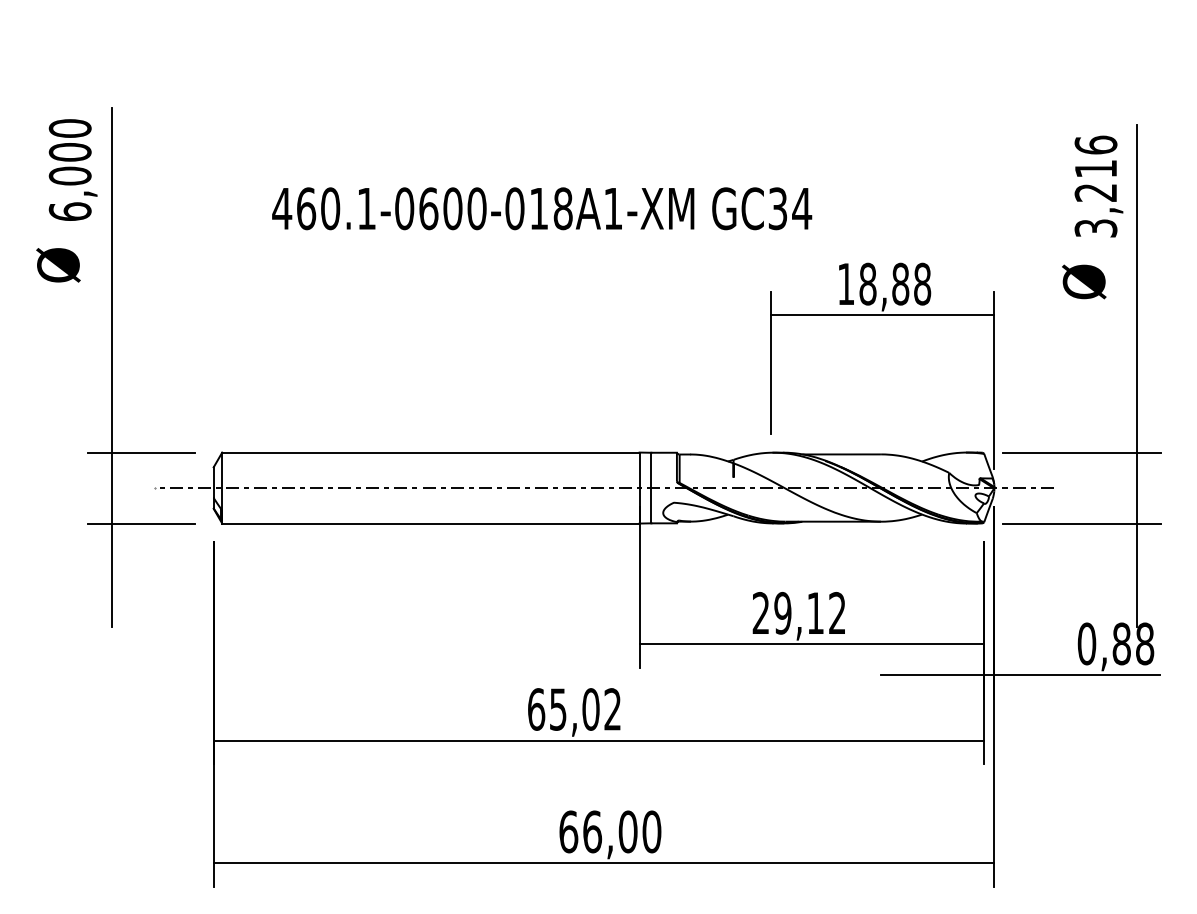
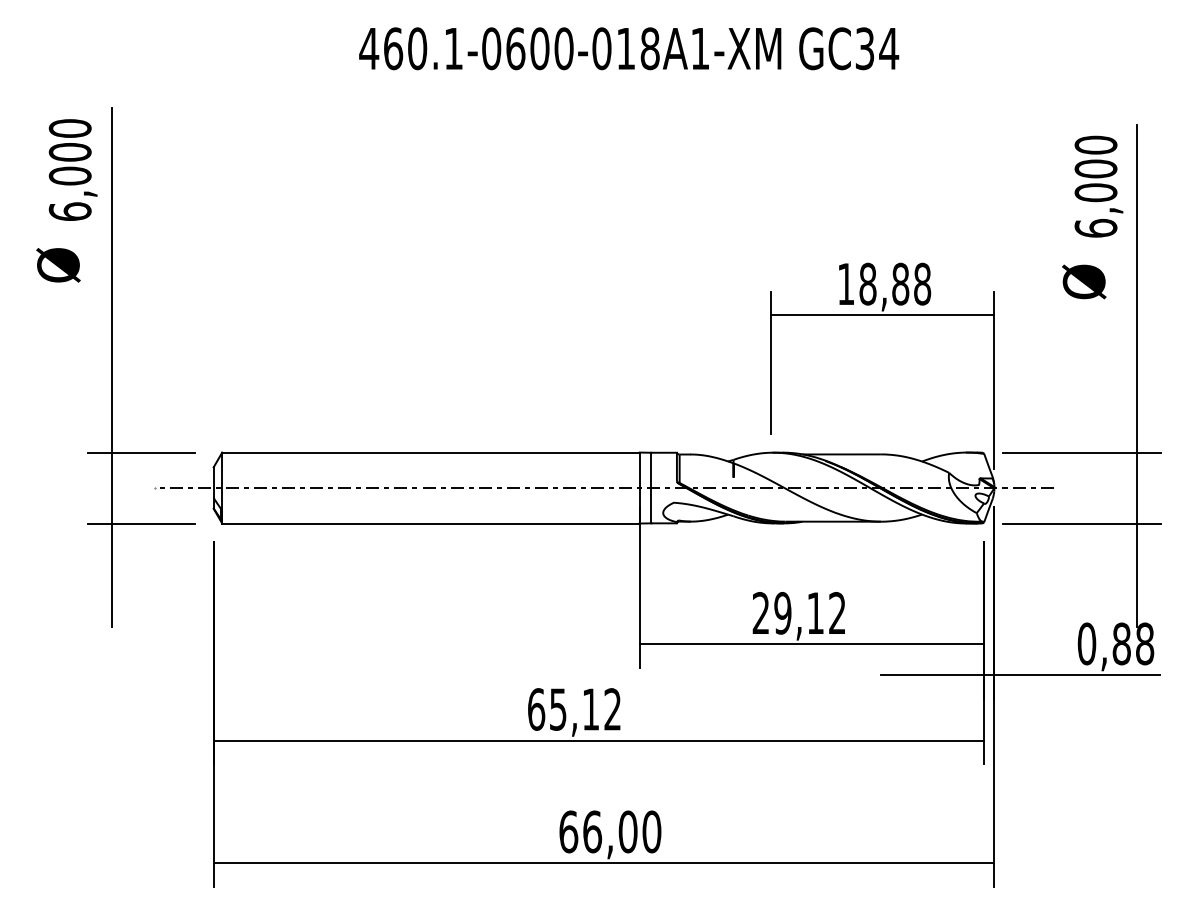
text at (1095, 186): 3,216 -> 6,000
text at (542, 208) position: (542, 208) -> (629, 48)
text at (590, 709): 65,02 -> 65,12
